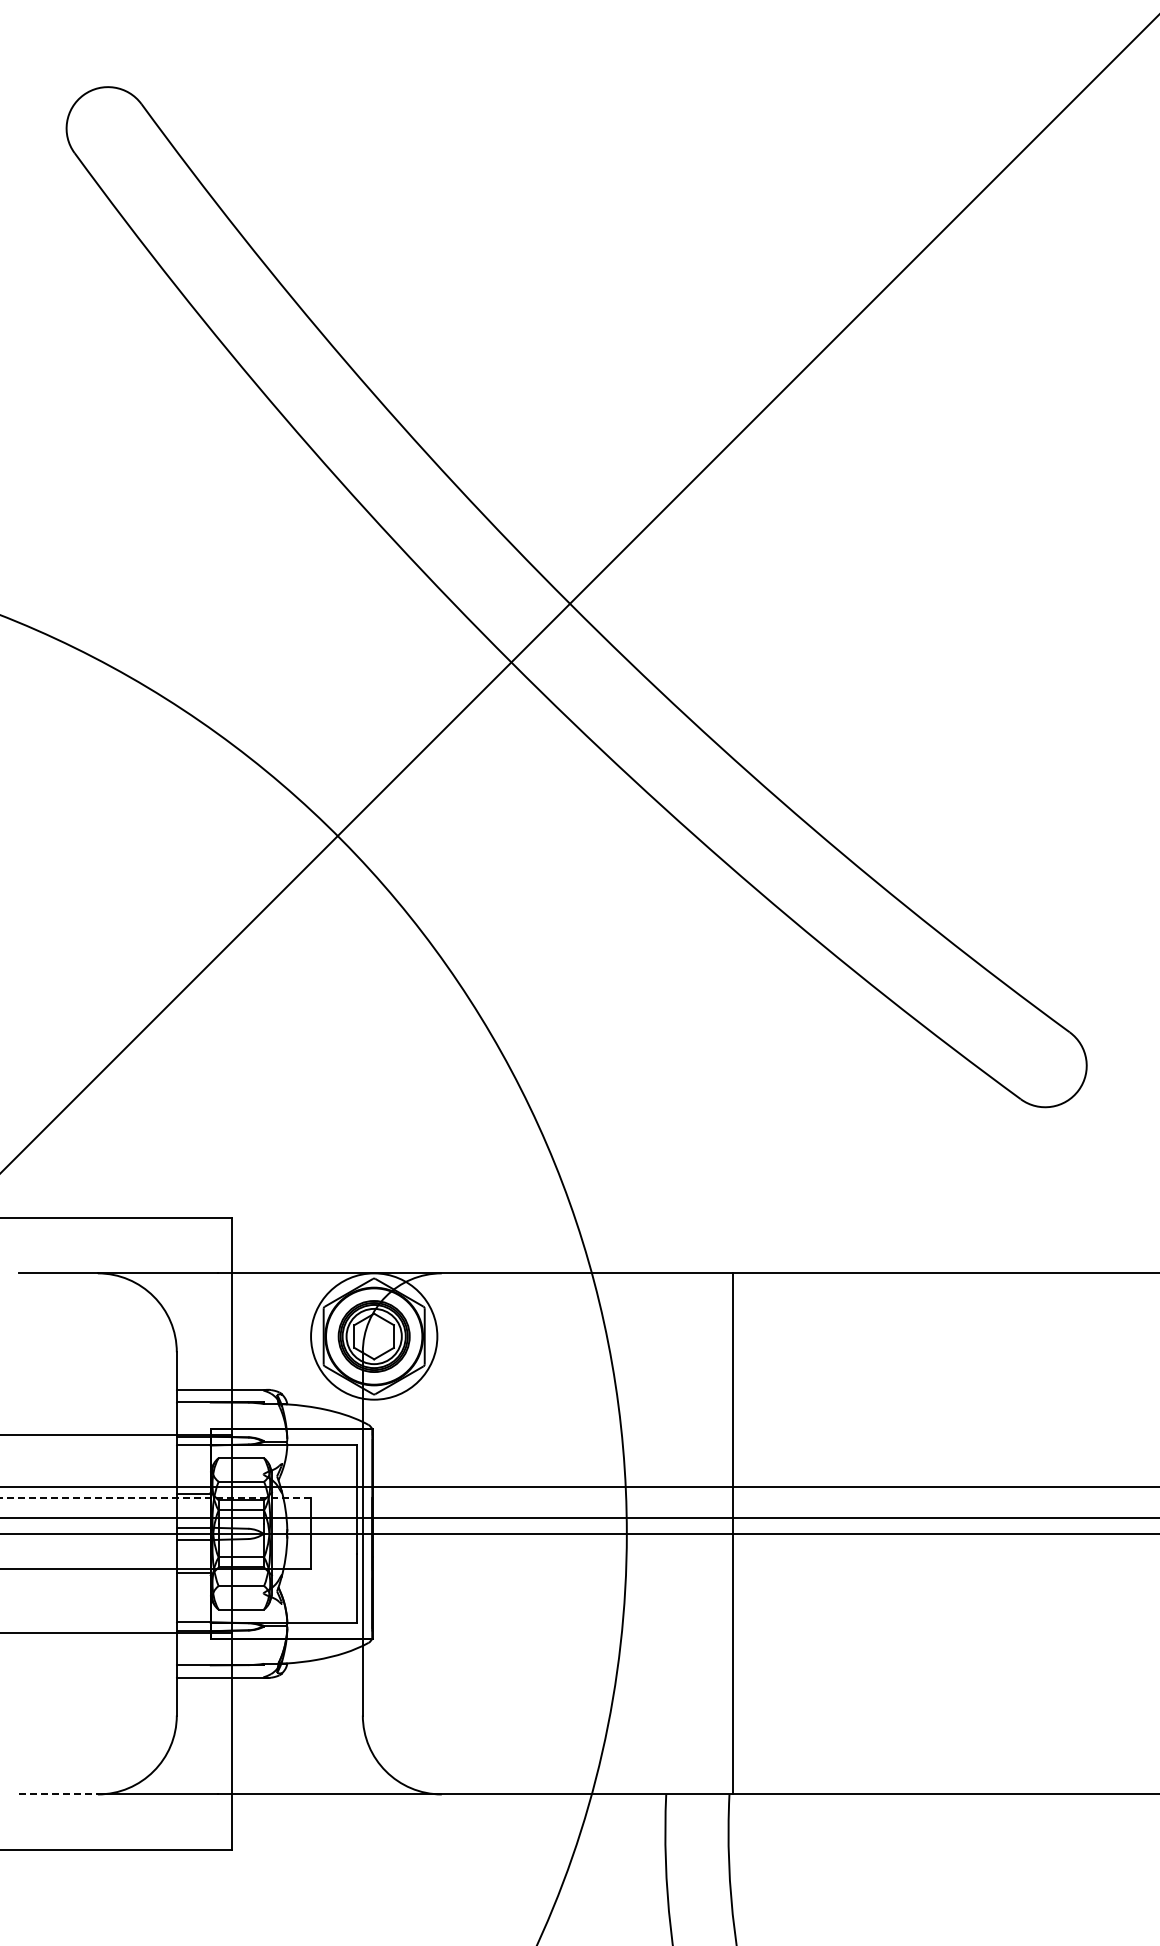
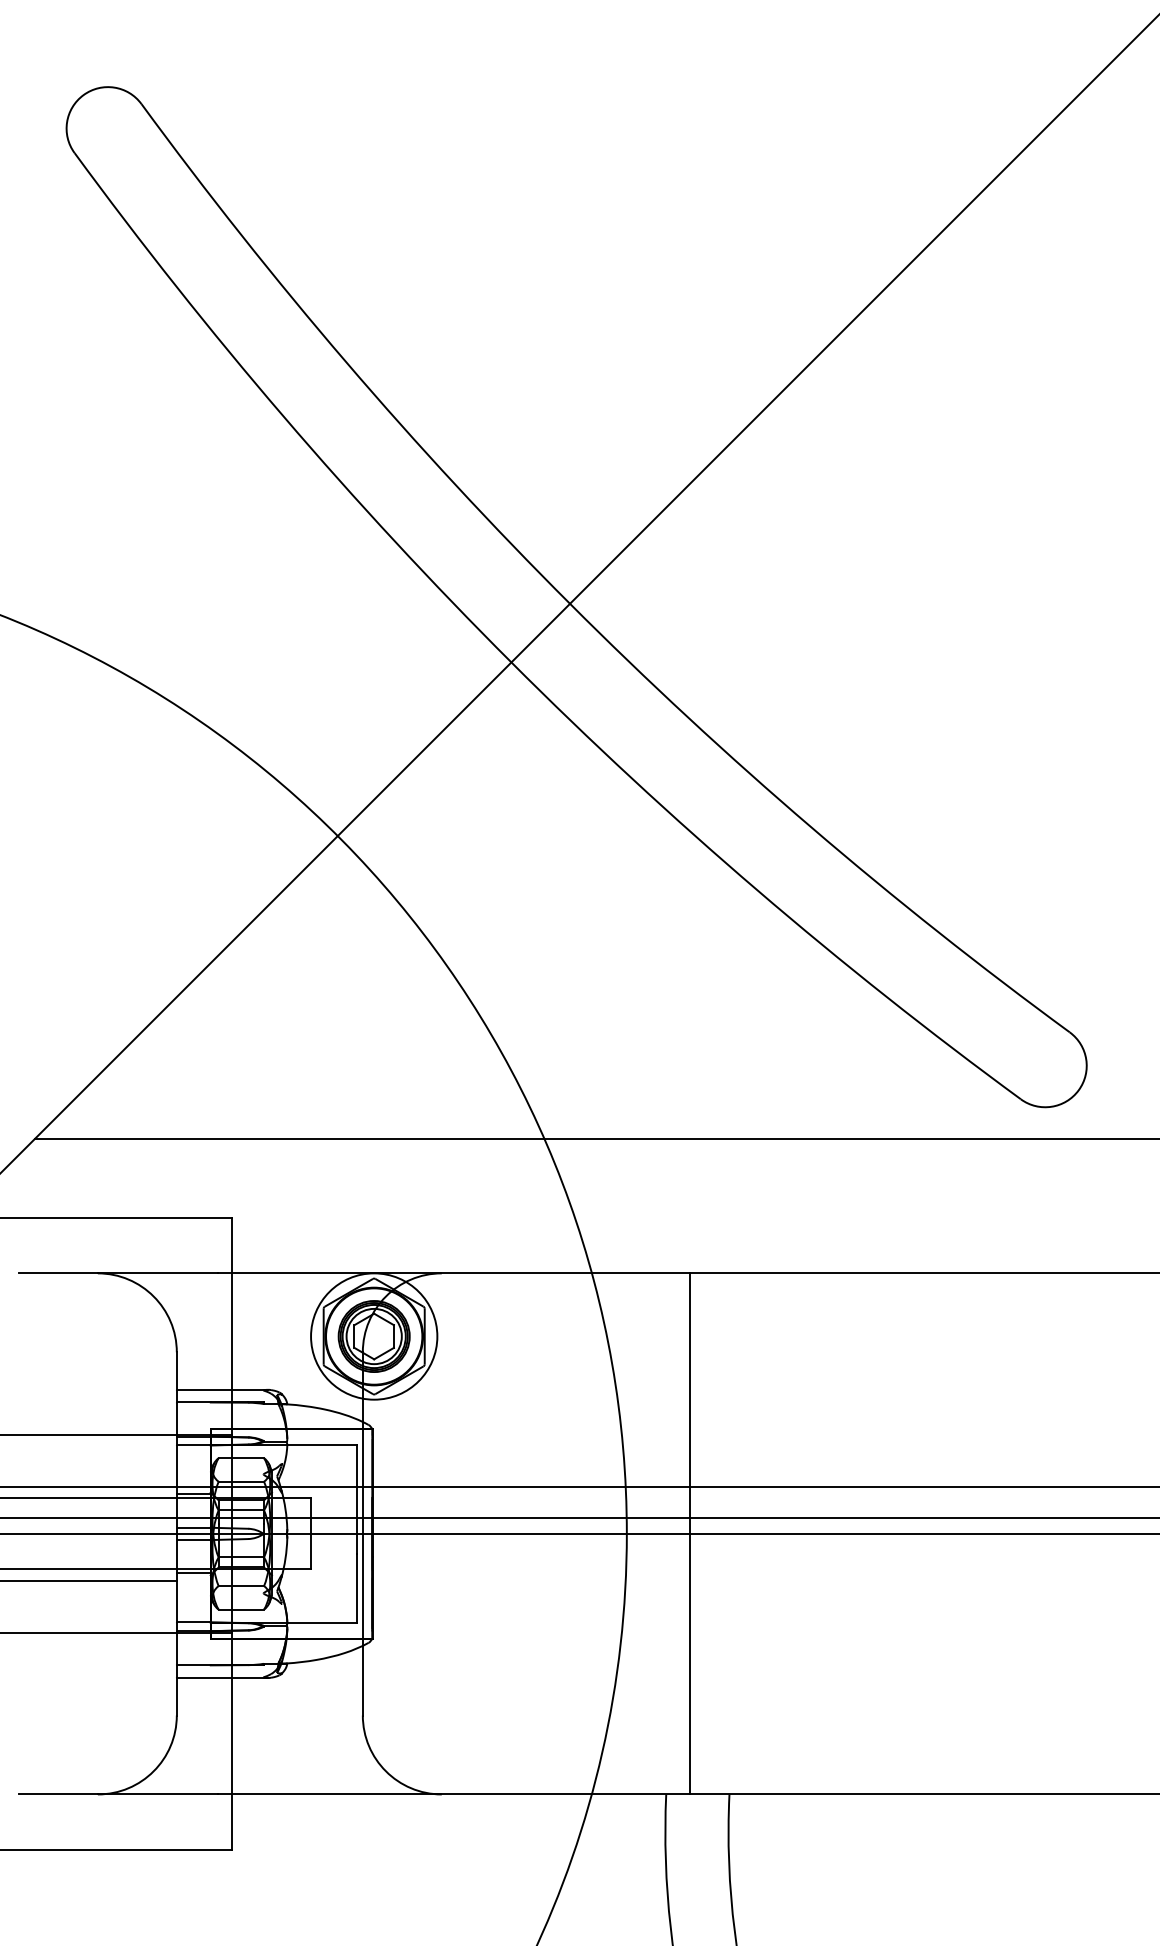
line at (595, 1139): none -> present
line at (155, 1498): dashed -> solid
line at (733, 1533) position: (733, 1533) -> (690, 1533)
line at (89, 1581): none -> present
line at (58, 1794): dashed -> solid
